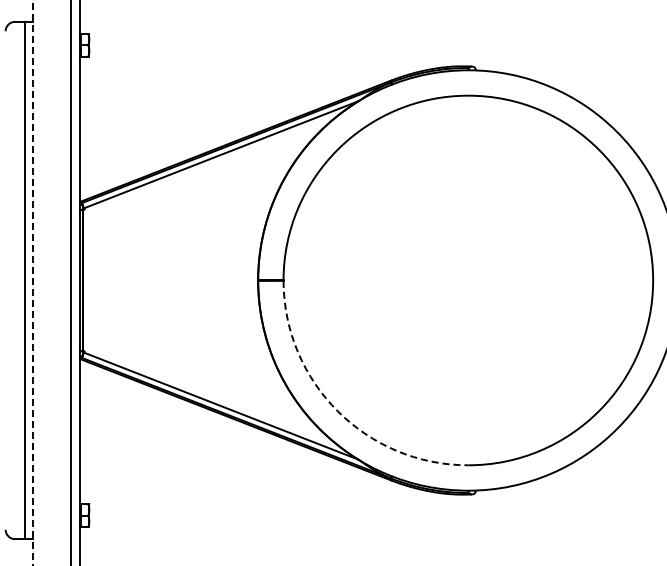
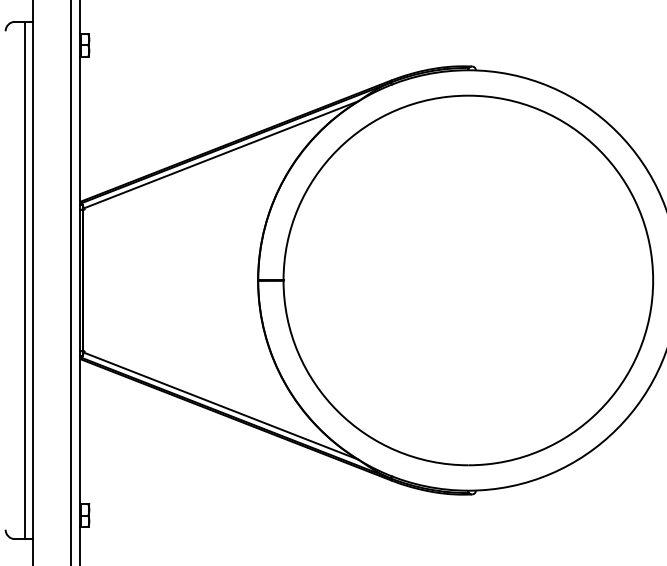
line at (32, 282): dashed -> solid
arc at (337, 411): dashed -> solid
